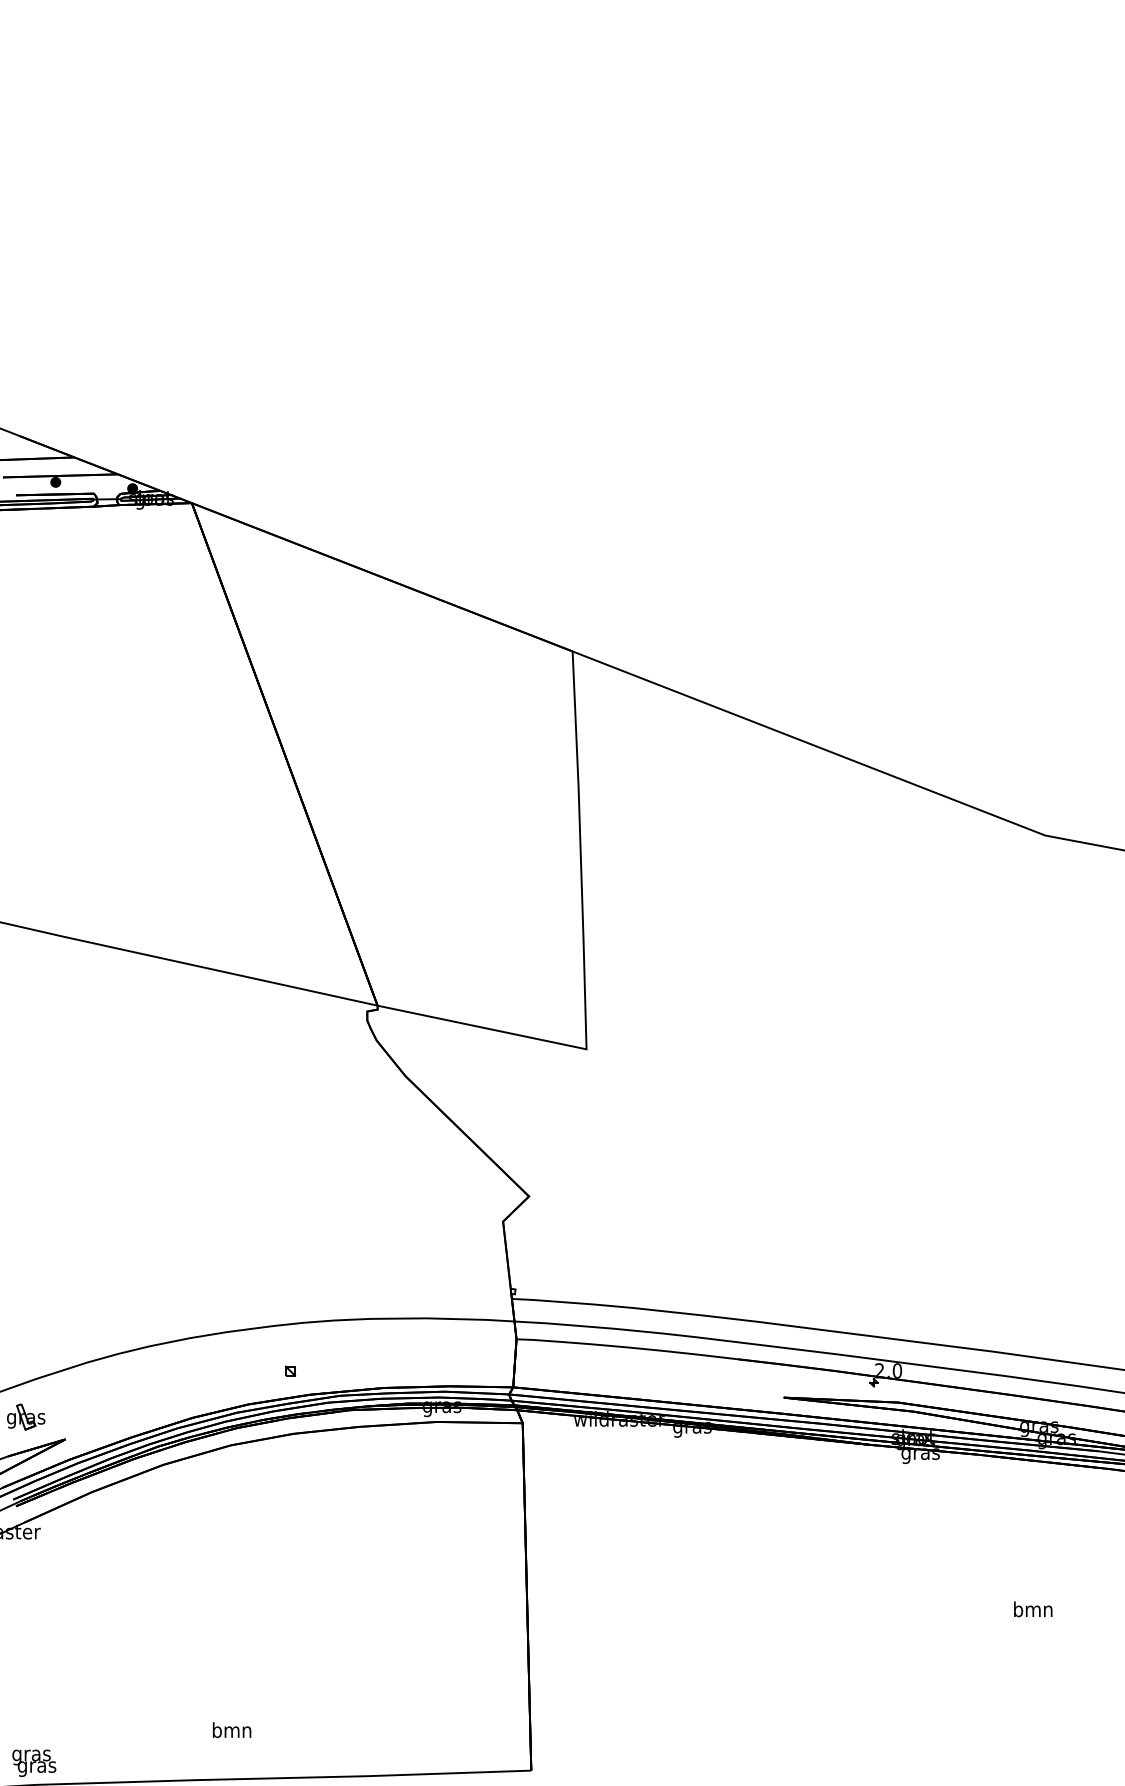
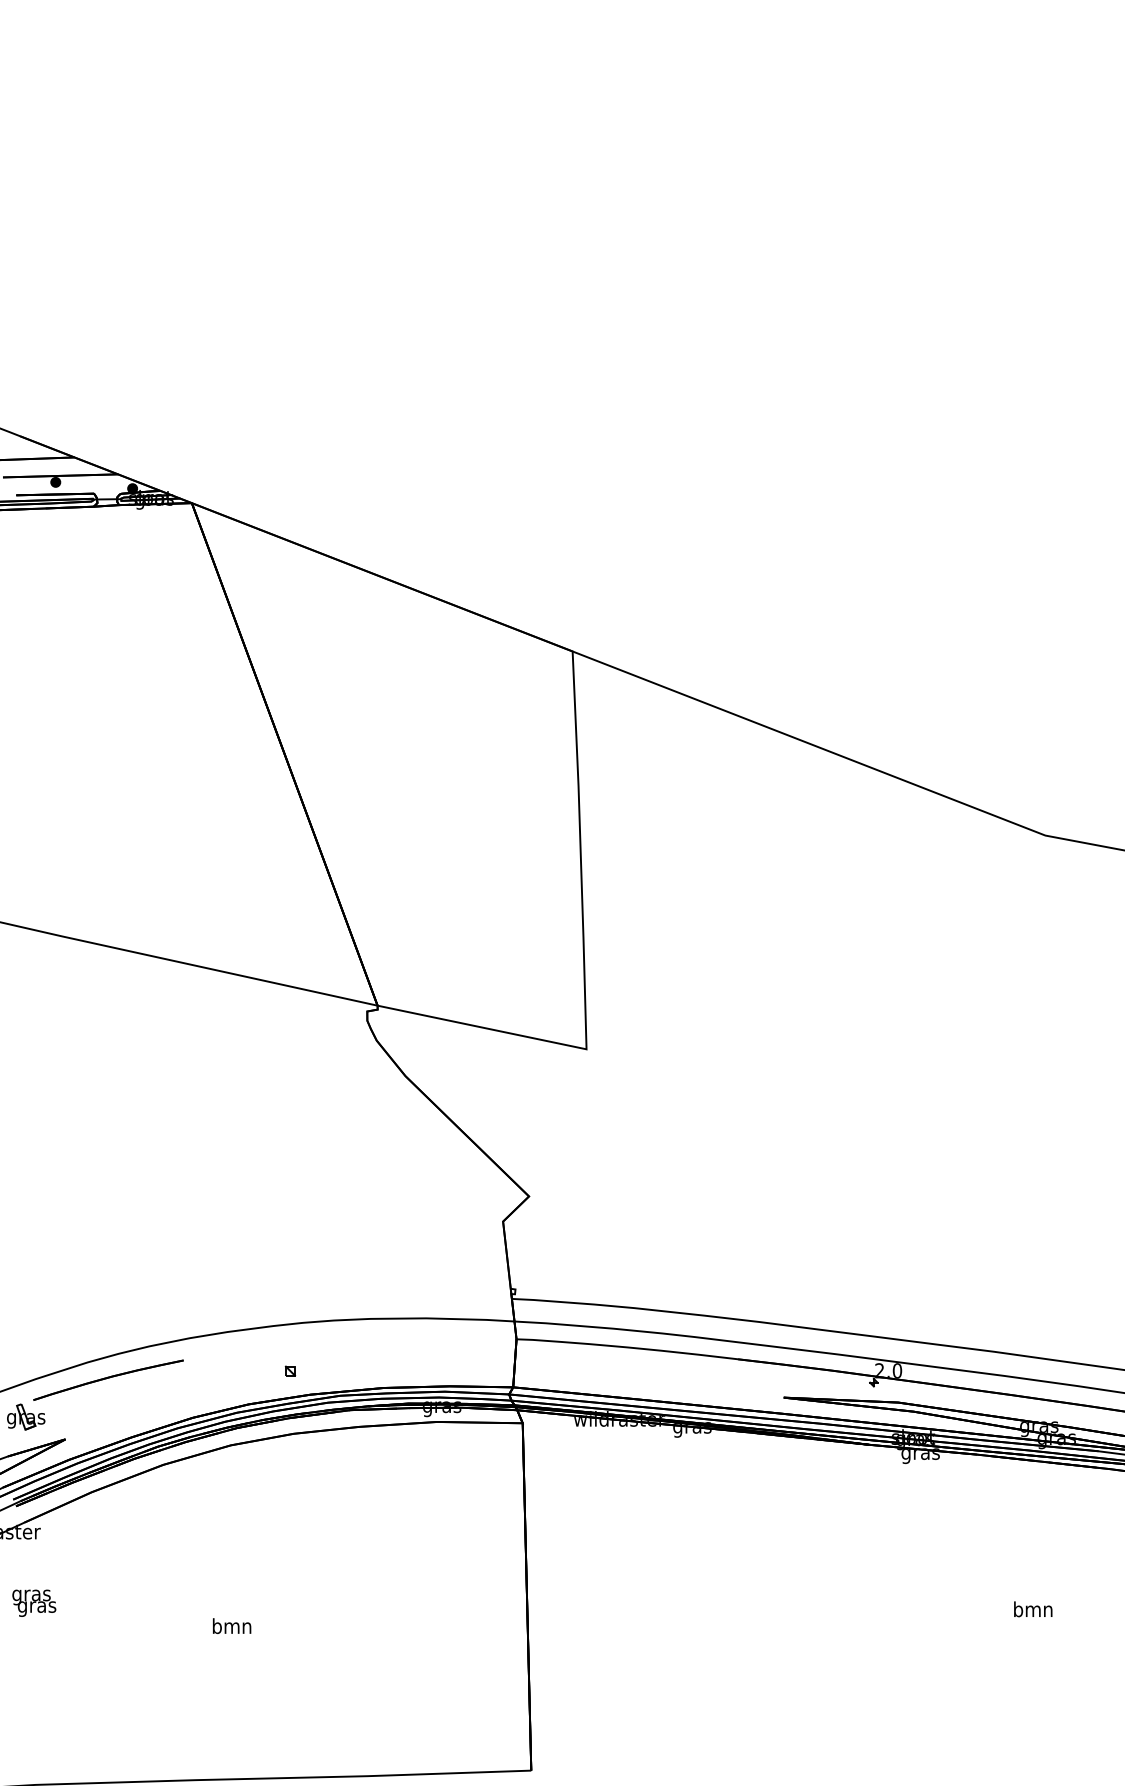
part at (108, 1379): none -> present
text at (232, 1729) position: (232, 1729) -> (232, 1625)
text at (34, 1762) position: (34, 1762) -> (34, 1602)
